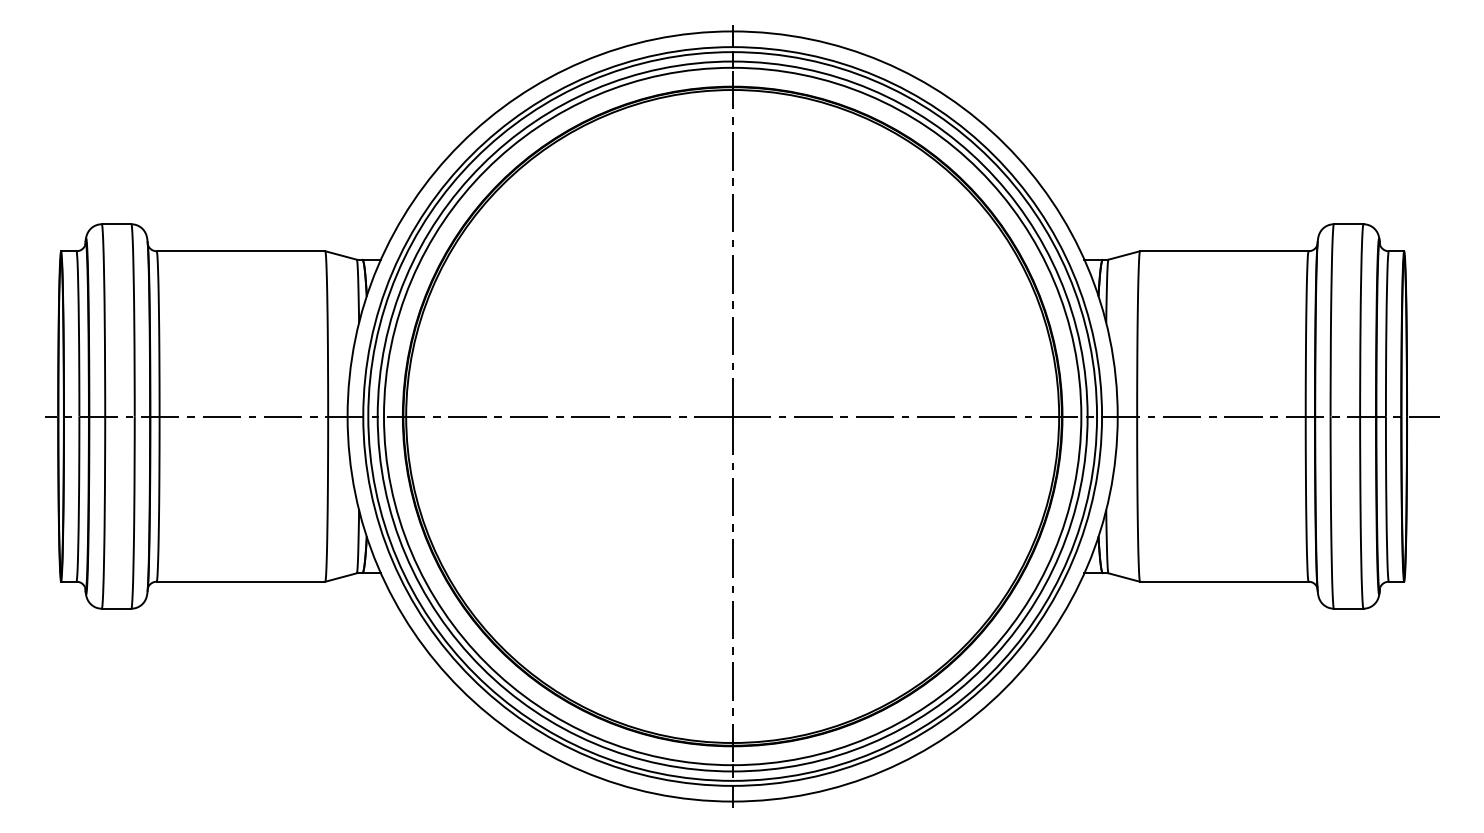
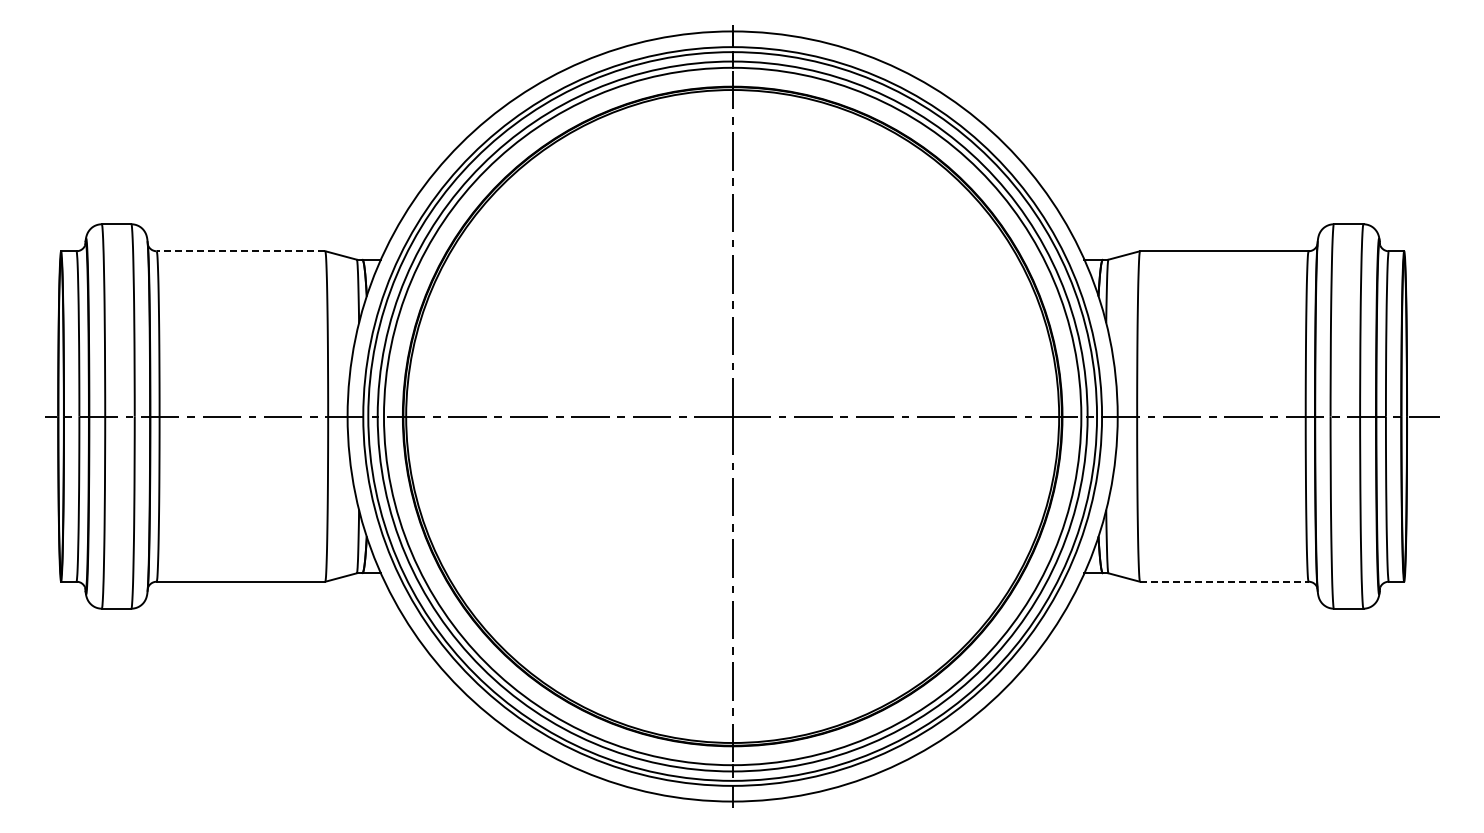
line at (240, 251): solid -> dashed
line at (1224, 581): solid -> dashed
